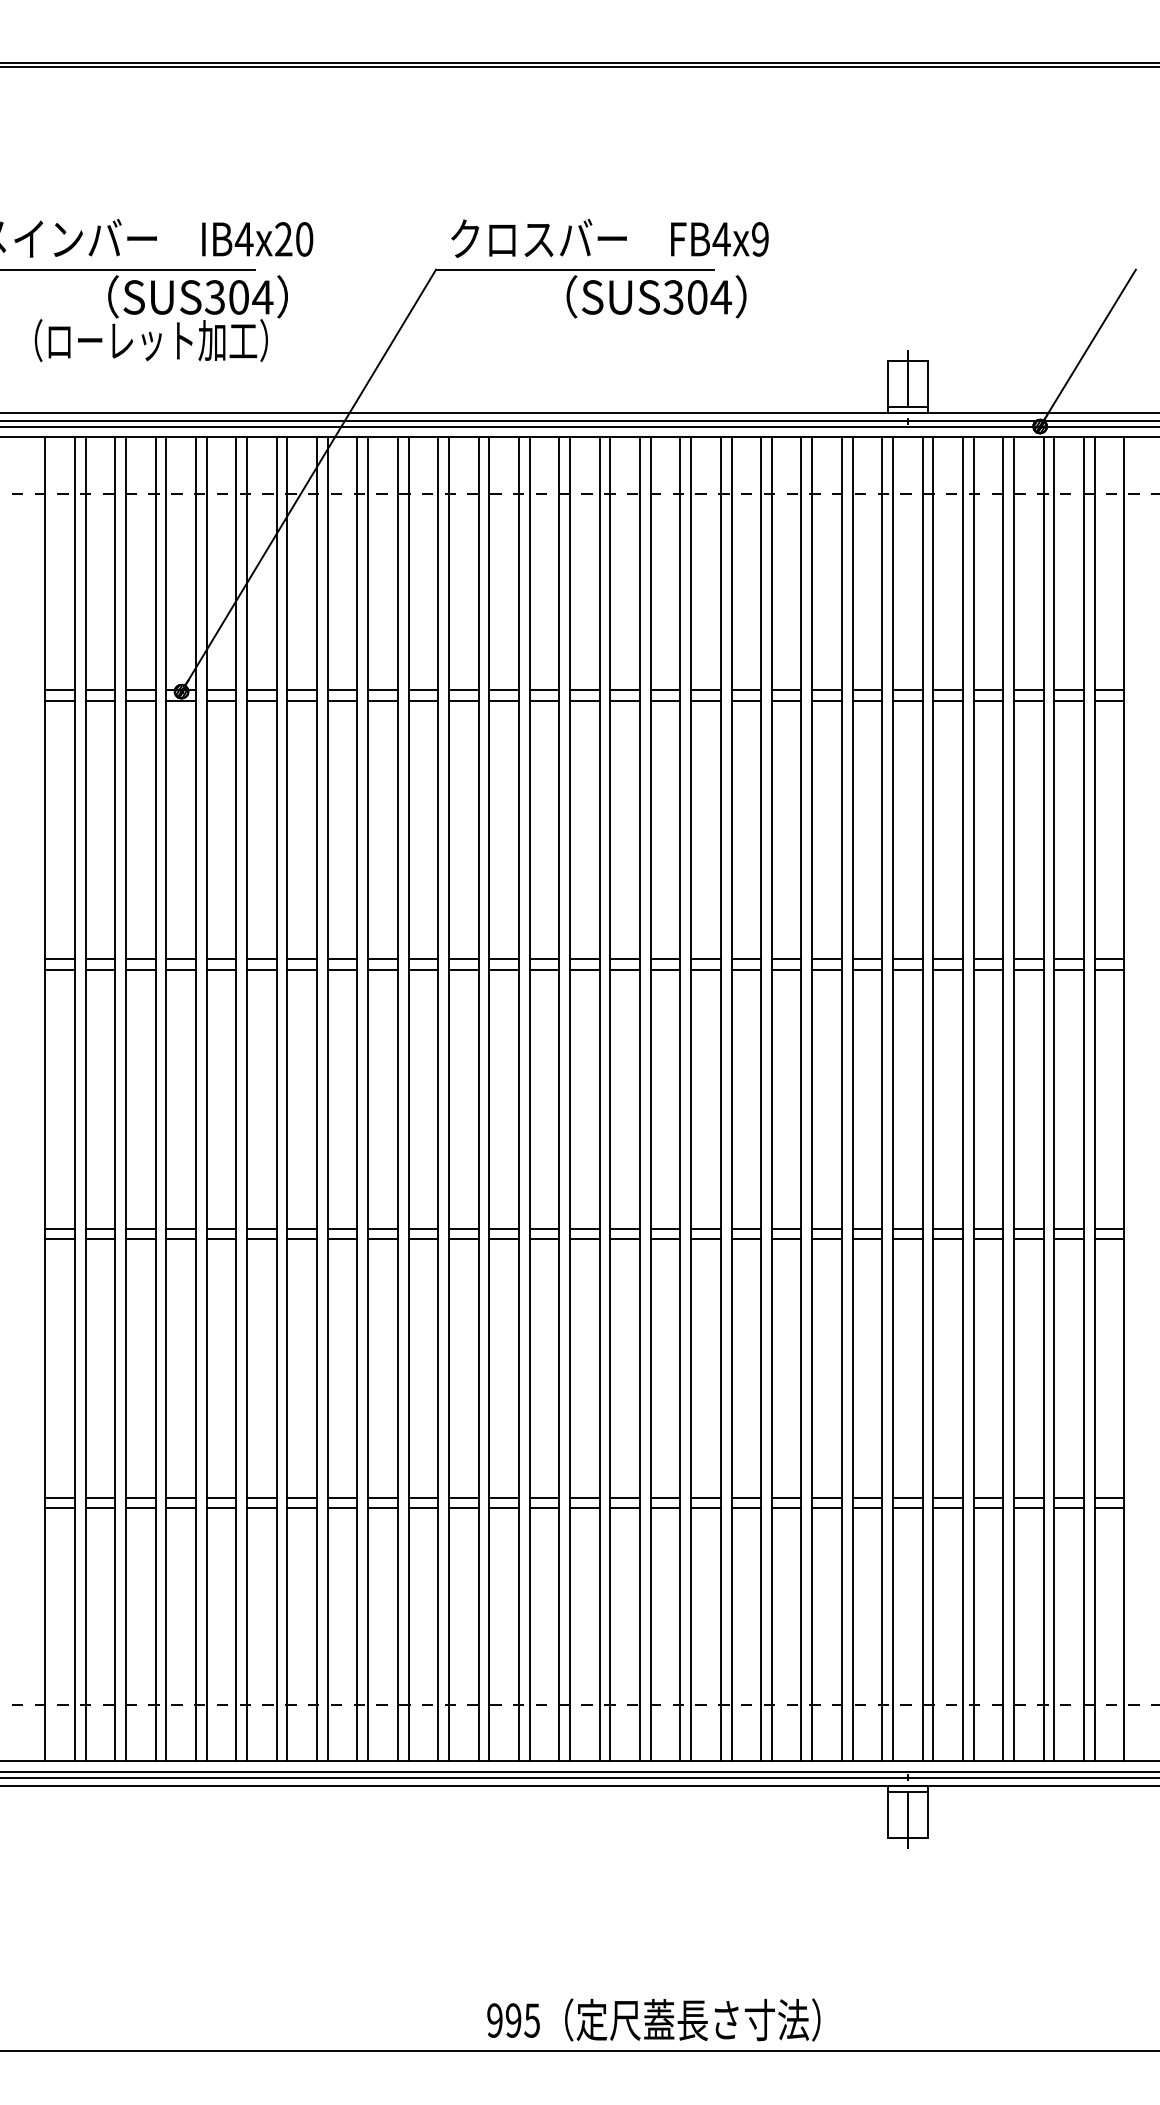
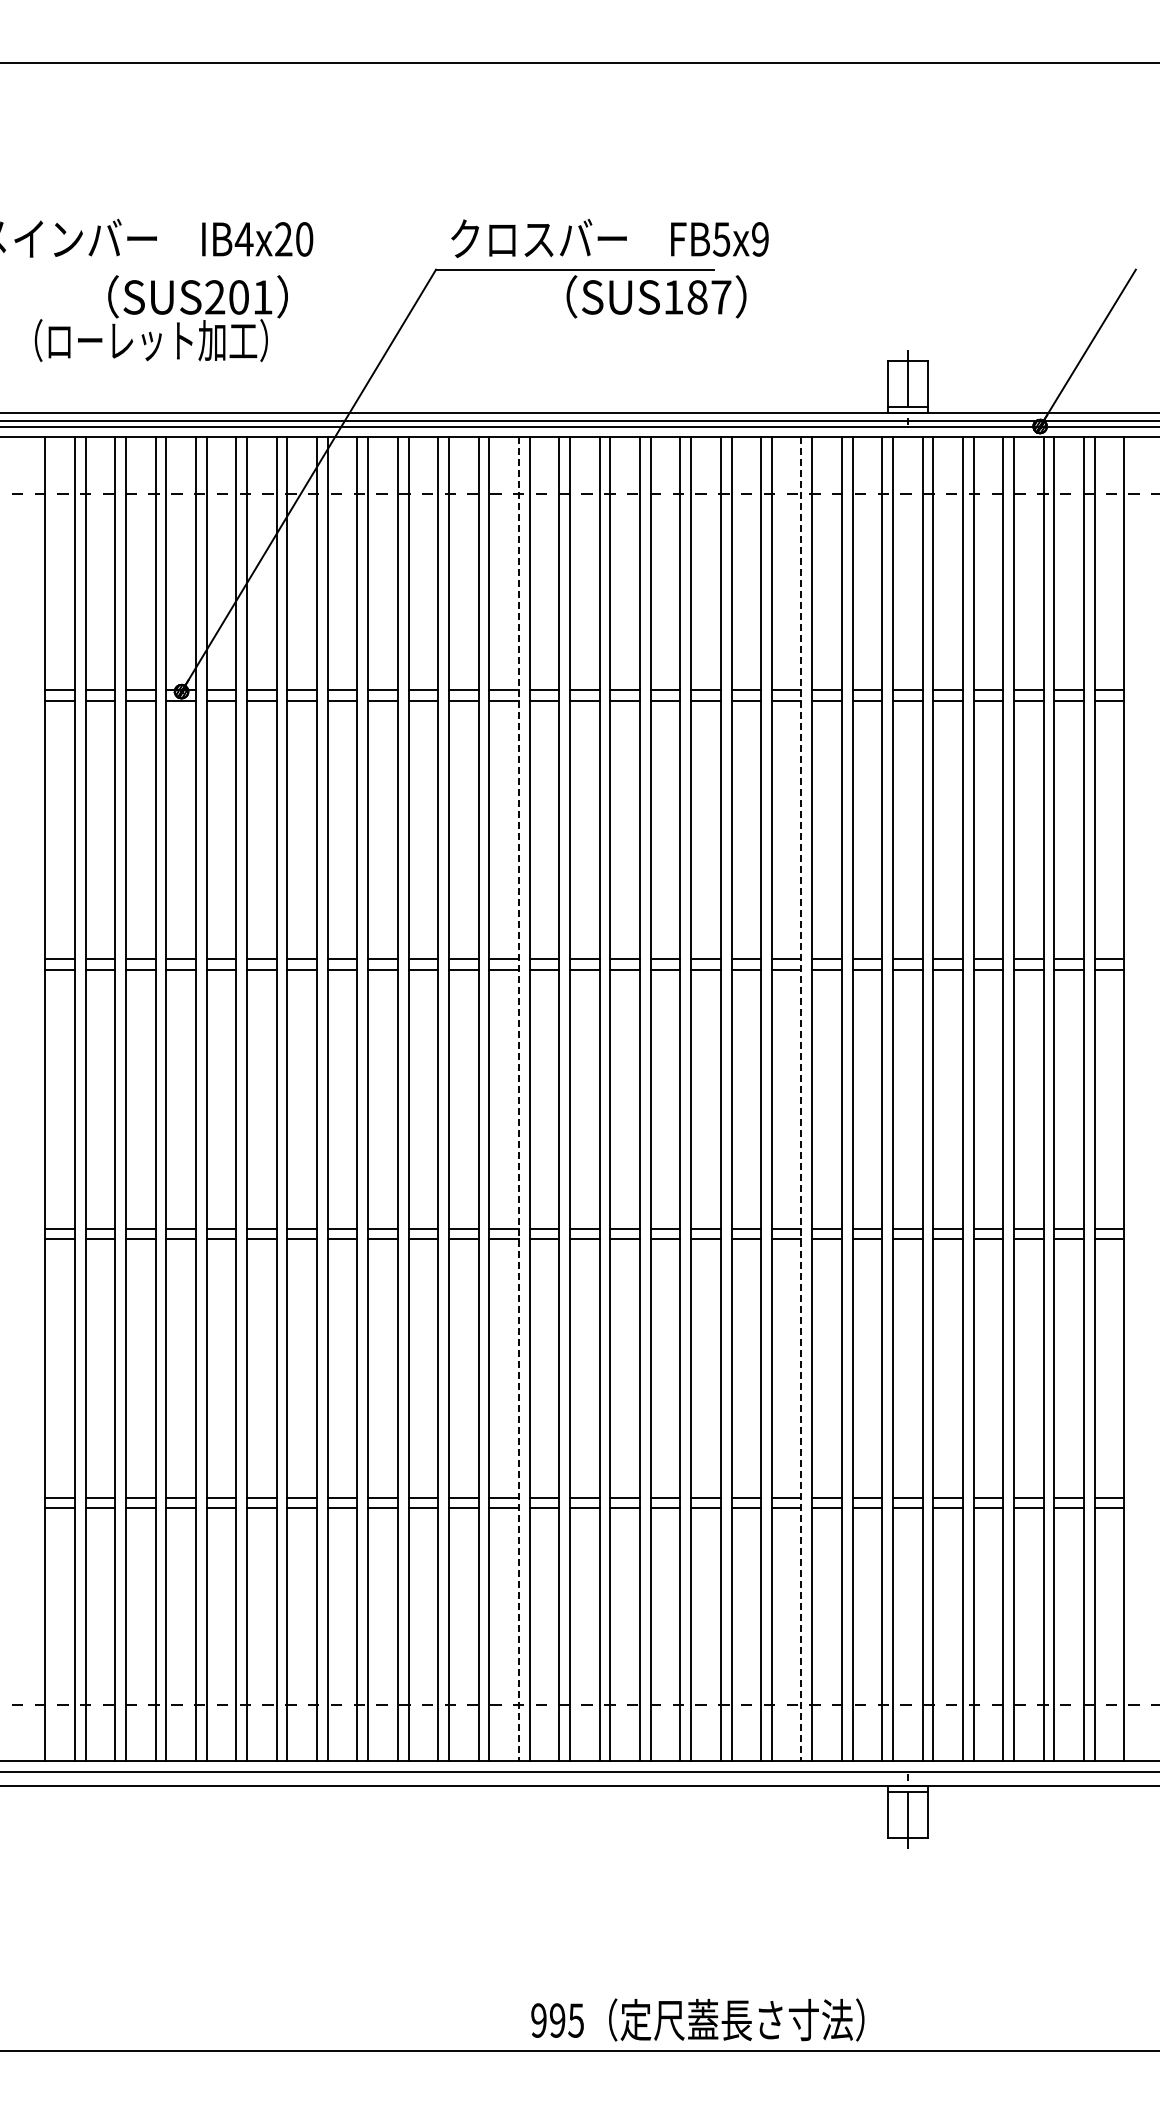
line at (579, 66): present -> none
text at (721, 239): FB4x9 -> FB5x9
line at (128, 269): present -> none
text at (238, 297): SUS304 -> SUS201
text at (697, 297): SUS304 -> SUS187
line at (518, 1099): solid -> dashed
line at (801, 1099): solid -> dashed
line at (579, 1777): present -> none
text at (653, 2019) position: (653, 2019) -> (697, 2019)
